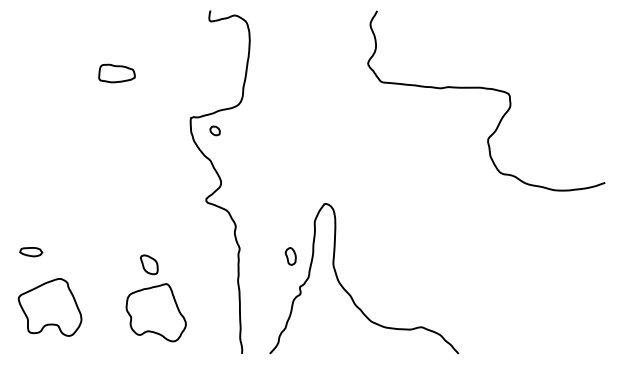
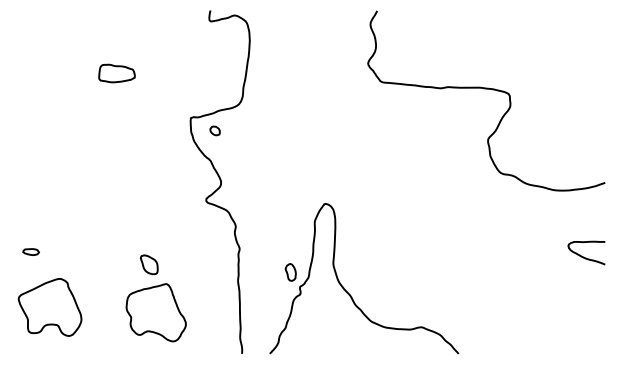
part at (31, 252) size: 25x11 px -> 18x8 px
part at (290, 256) position: (290, 256) -> (290, 272)
curve at (583, 256): none -> present
